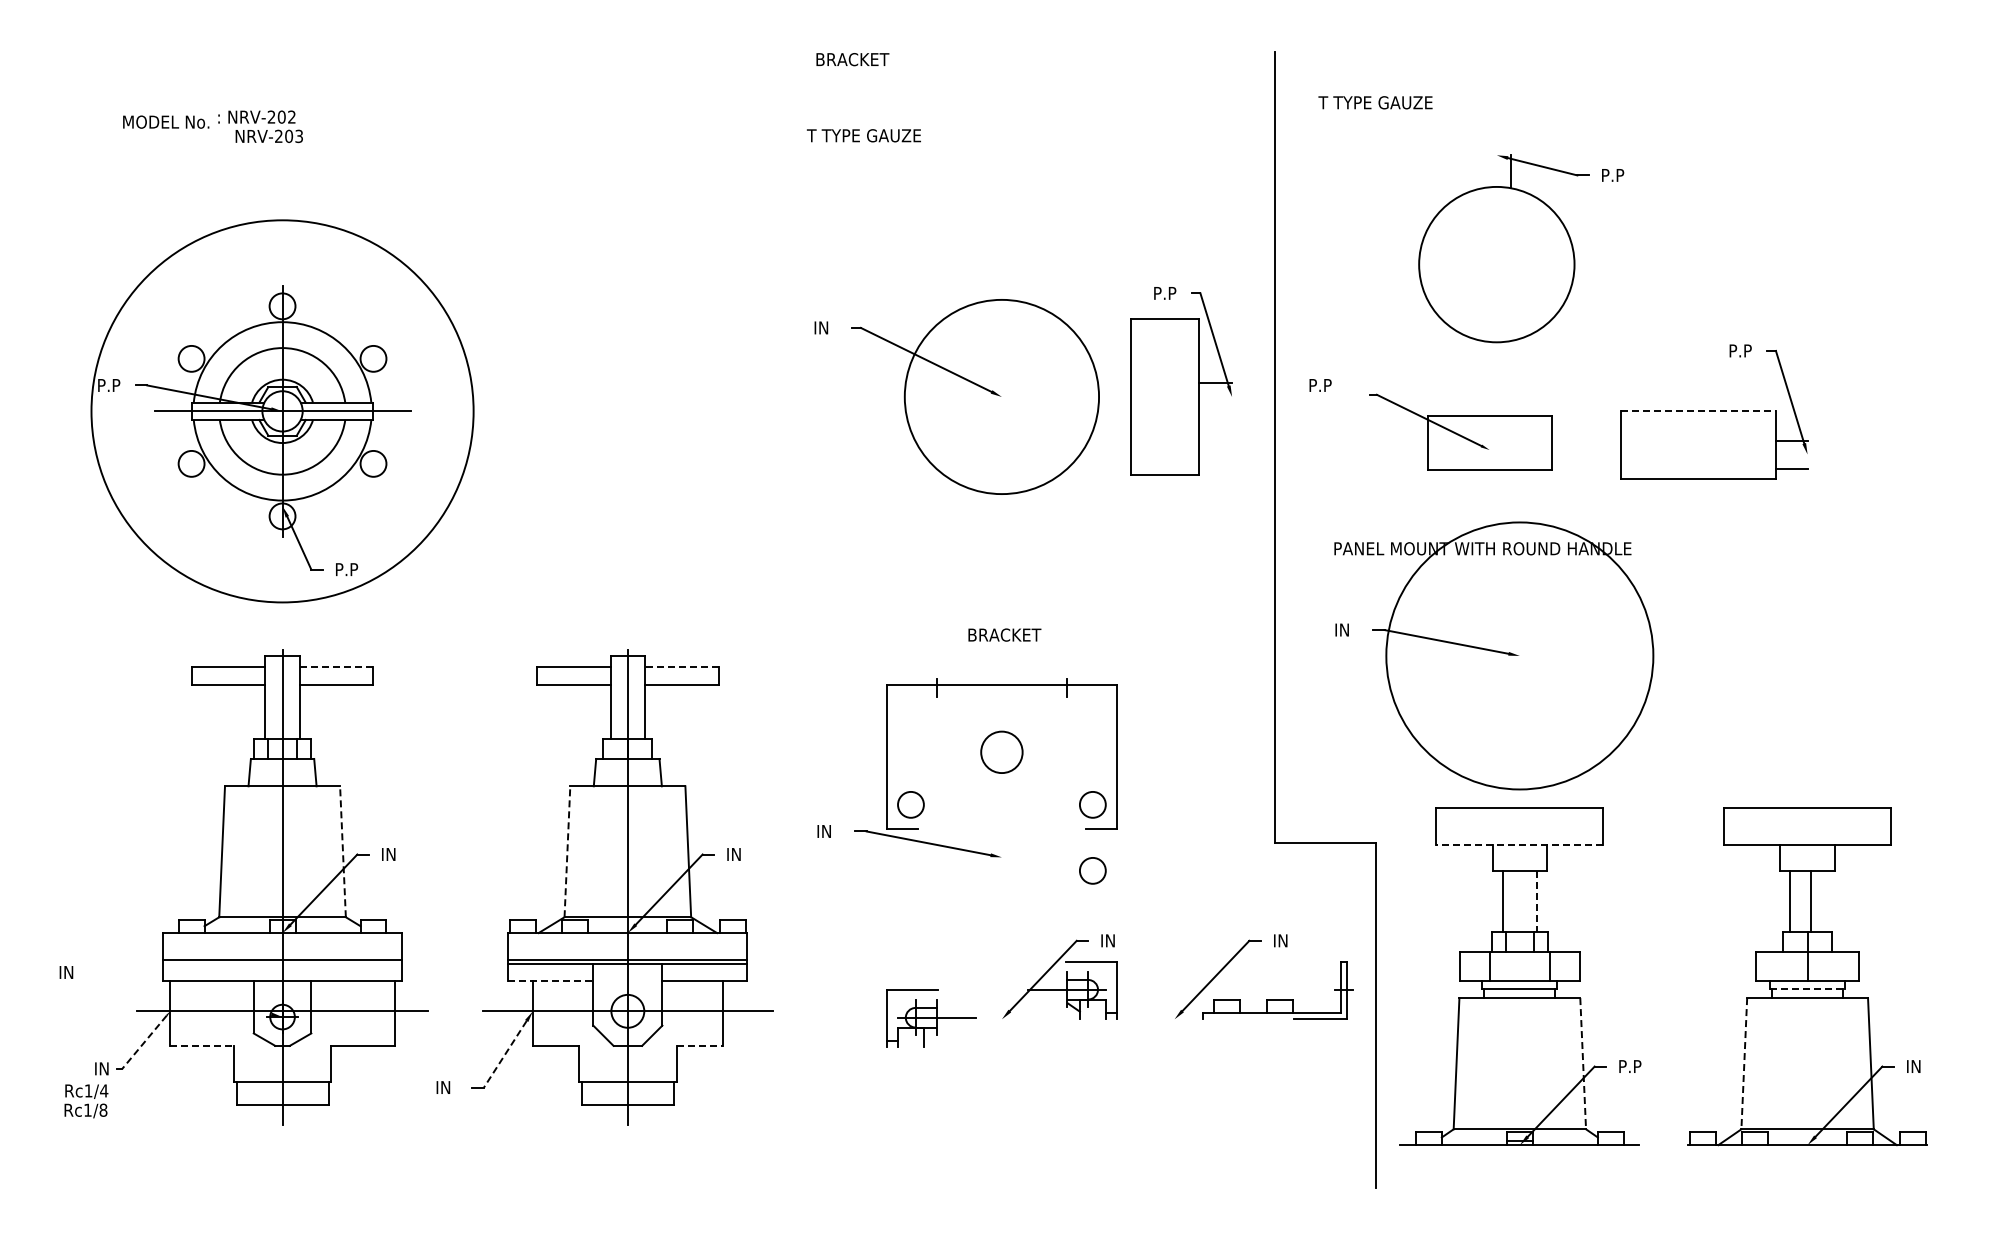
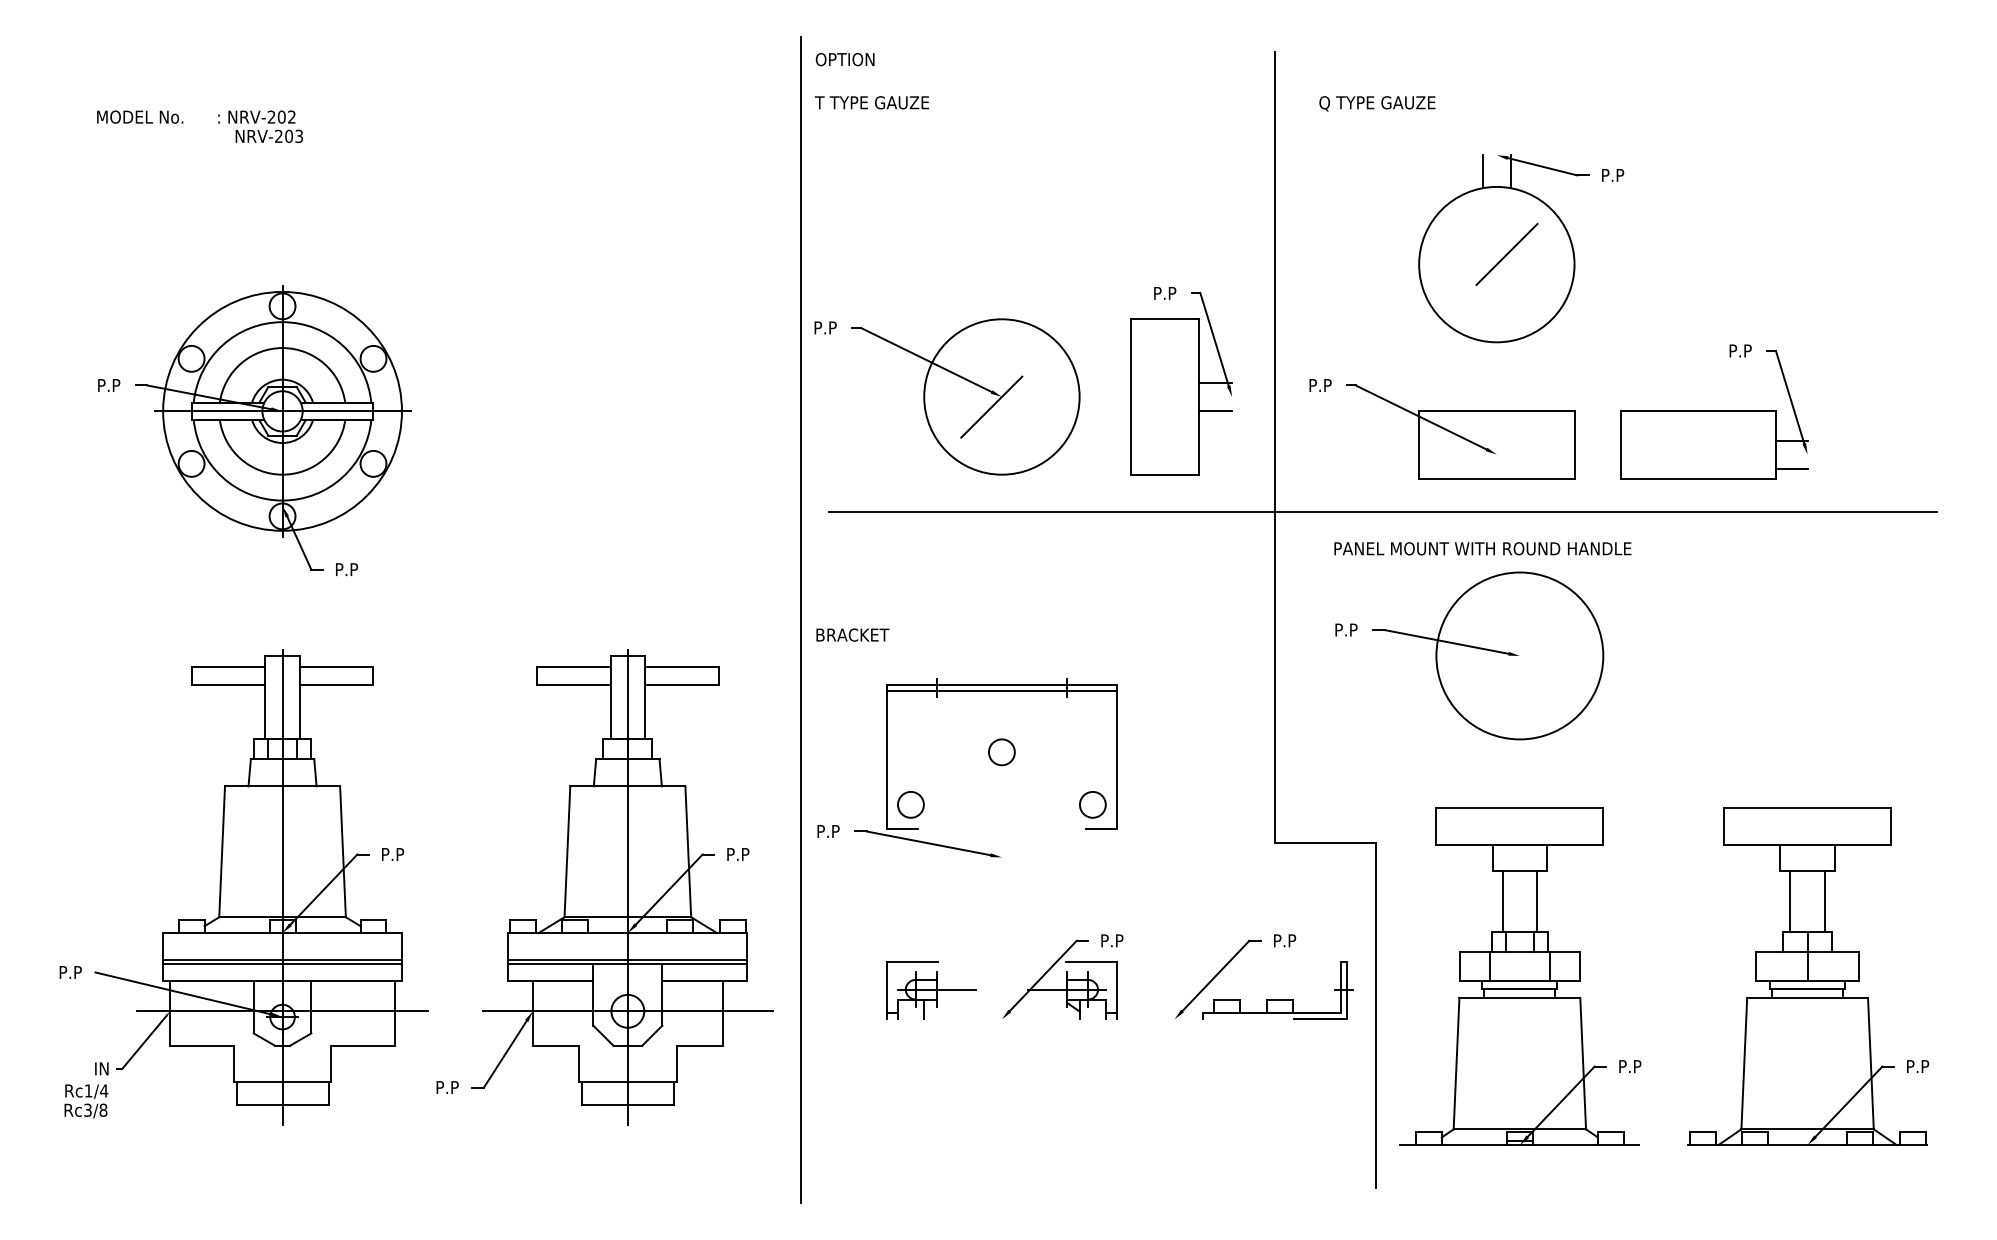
text at (852, 59): BRACKET -> OPTION
text at (1376, 103): T TYPE GAUZE -> Q TYPE GAUZE
text at (166, 121) position: (166, 121) -> (140, 116)
text at (863, 135) position: (863, 135) -> (871, 102)
line at (1482, 171): none -> present
line at (1506, 253): none -> present
text at (826, 327): IN -> P.P
circle at (1001, 396) diameter: 194 px -> 155 px
line at (991, 406): none -> present
line at (1215, 410): none -> present
circle at (282, 411) diameter: 382 px -> 239 px
line at (1698, 411): dashed -> solid
part at (1460, 431) size: 184x78 px -> 230x96 px
line at (1383, 512): none -> present
line at (800, 619): none -> present
text at (1347, 629): IN -> P.P
text at (1004, 634) position: (1004, 634) -> (852, 634)
circle at (1519, 655) diameter: 267 px -> 167 px
line at (336, 667): dashed -> solid
line at (681, 667): dashed -> solid
line at (1001, 691): none -> present
circle at (1001, 752) diameter: 41 px -> 26 px
text at (829, 831): IN -> P.P
line at (1519, 845): dashed -> solid
line at (342, 851): dashed -> solid
line at (567, 851): dashed -> solid
text at (393, 854): IN -> P.P
text at (738, 854): IN -> P.P
circle at (1092, 870): present -> none
line at (1810, 900) position: (1810, 900) -> (1824, 900)
line at (1537, 901): dashed -> solid
text at (1113, 940): IN -> P.P
text at (1285, 940): IN -> P.P
line at (282, 963): none -> present
text at (71, 972): IN -> P.P
line at (551, 981): dashed -> solid
line at (1808, 989): dashed -> solid
line at (183, 993): none -> present
part at (931, 1018) position: (931, 1018) -> (931, 990)
line at (144, 1042): dashed -> solid
line at (201, 1045): dashed -> solid
line at (700, 1045): dashed -> solid
line at (505, 1054): dashed -> solid
line at (1583, 1063): dashed -> solid
line at (1744, 1063): dashed -> solid
text at (1918, 1066): IN -> P.P
text at (448, 1087): IN -> P.P
text at (87, 1109): Rc1/8 -> Rc3/8
